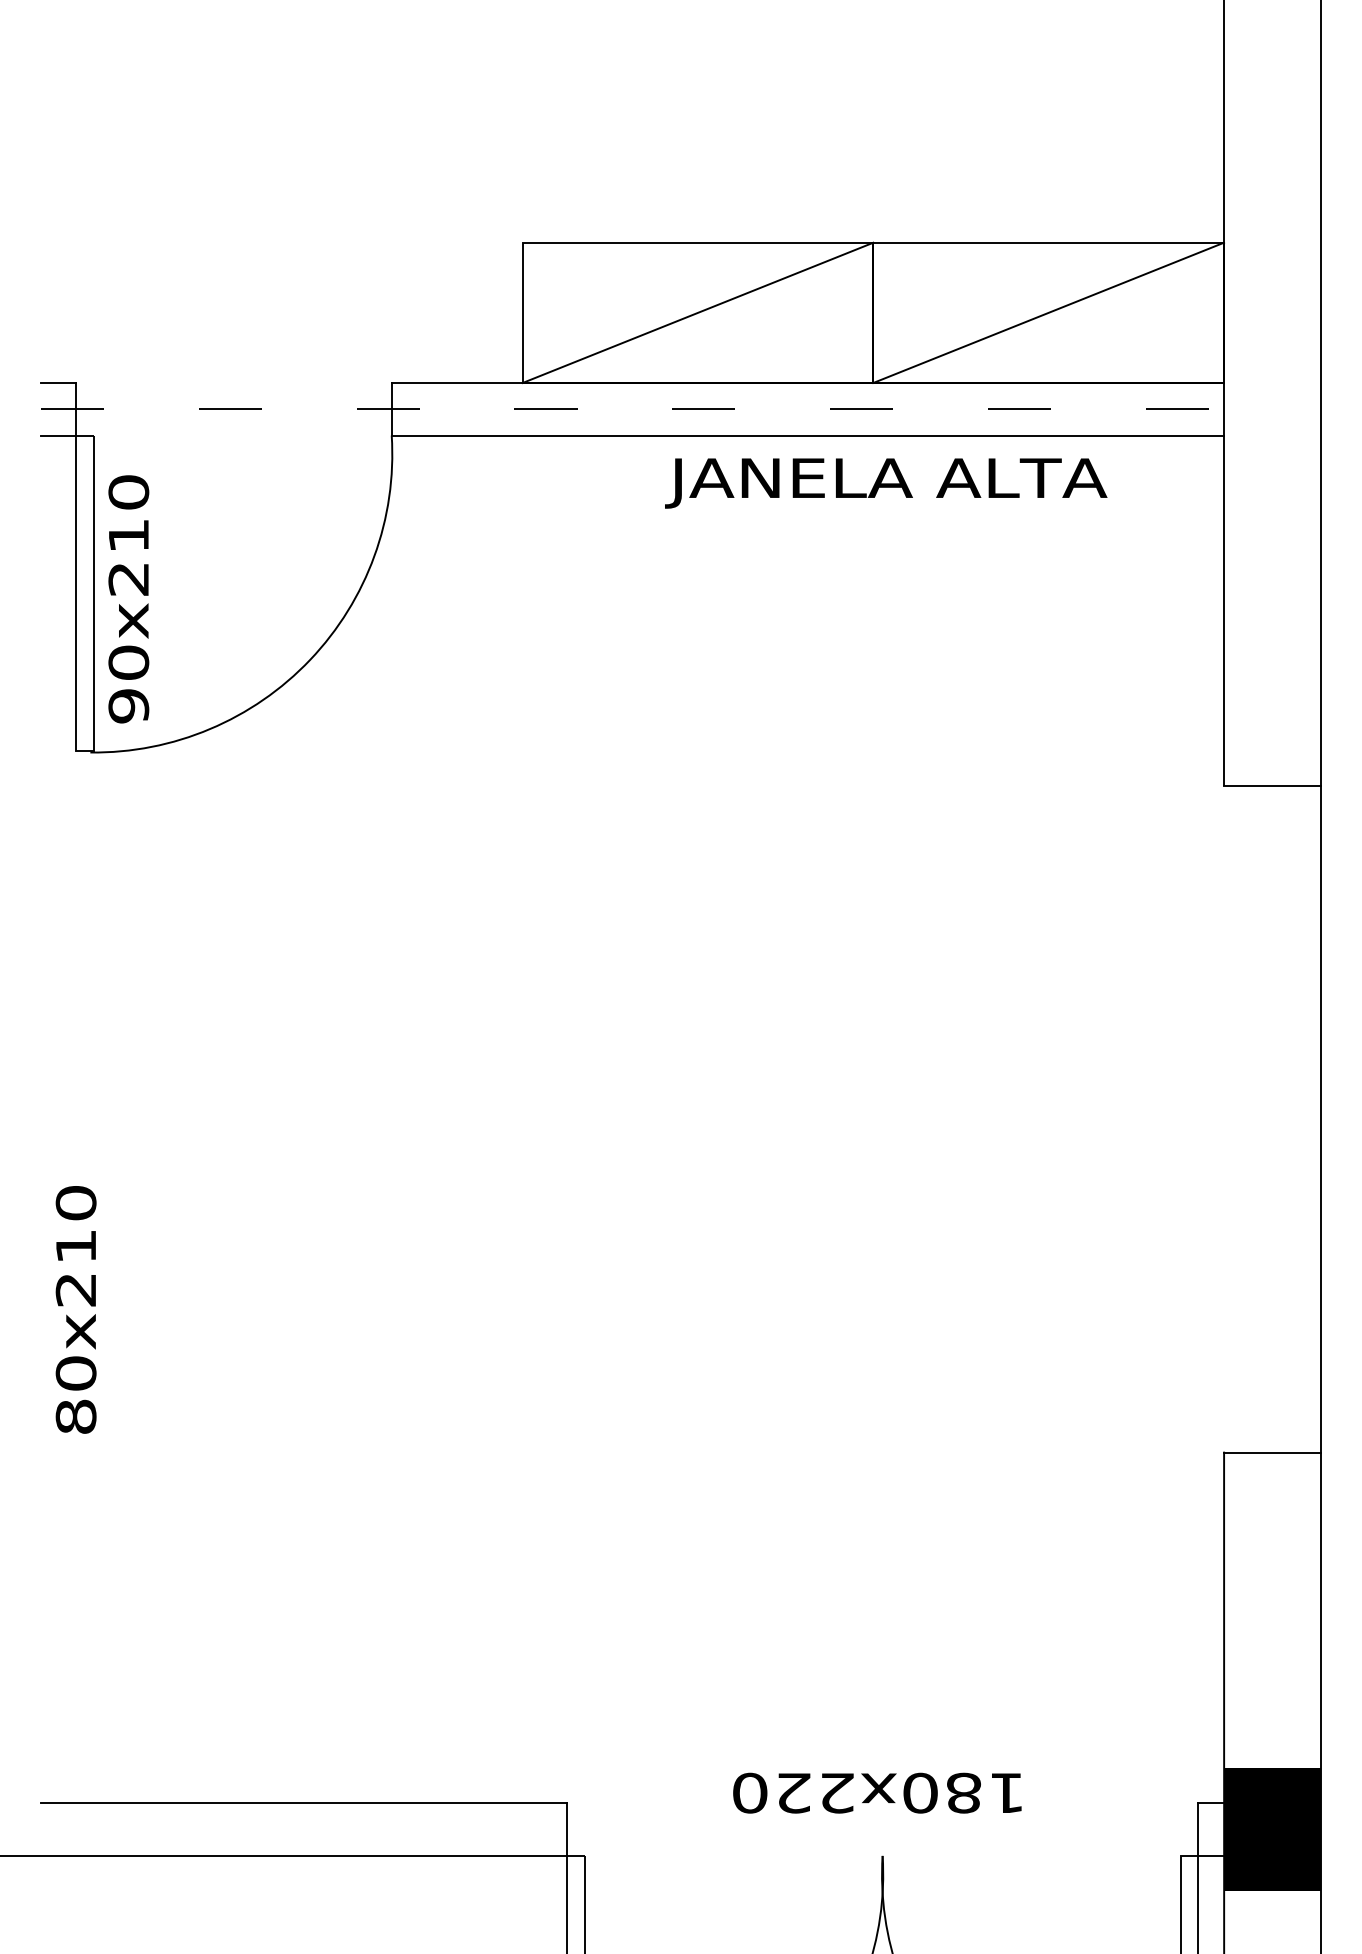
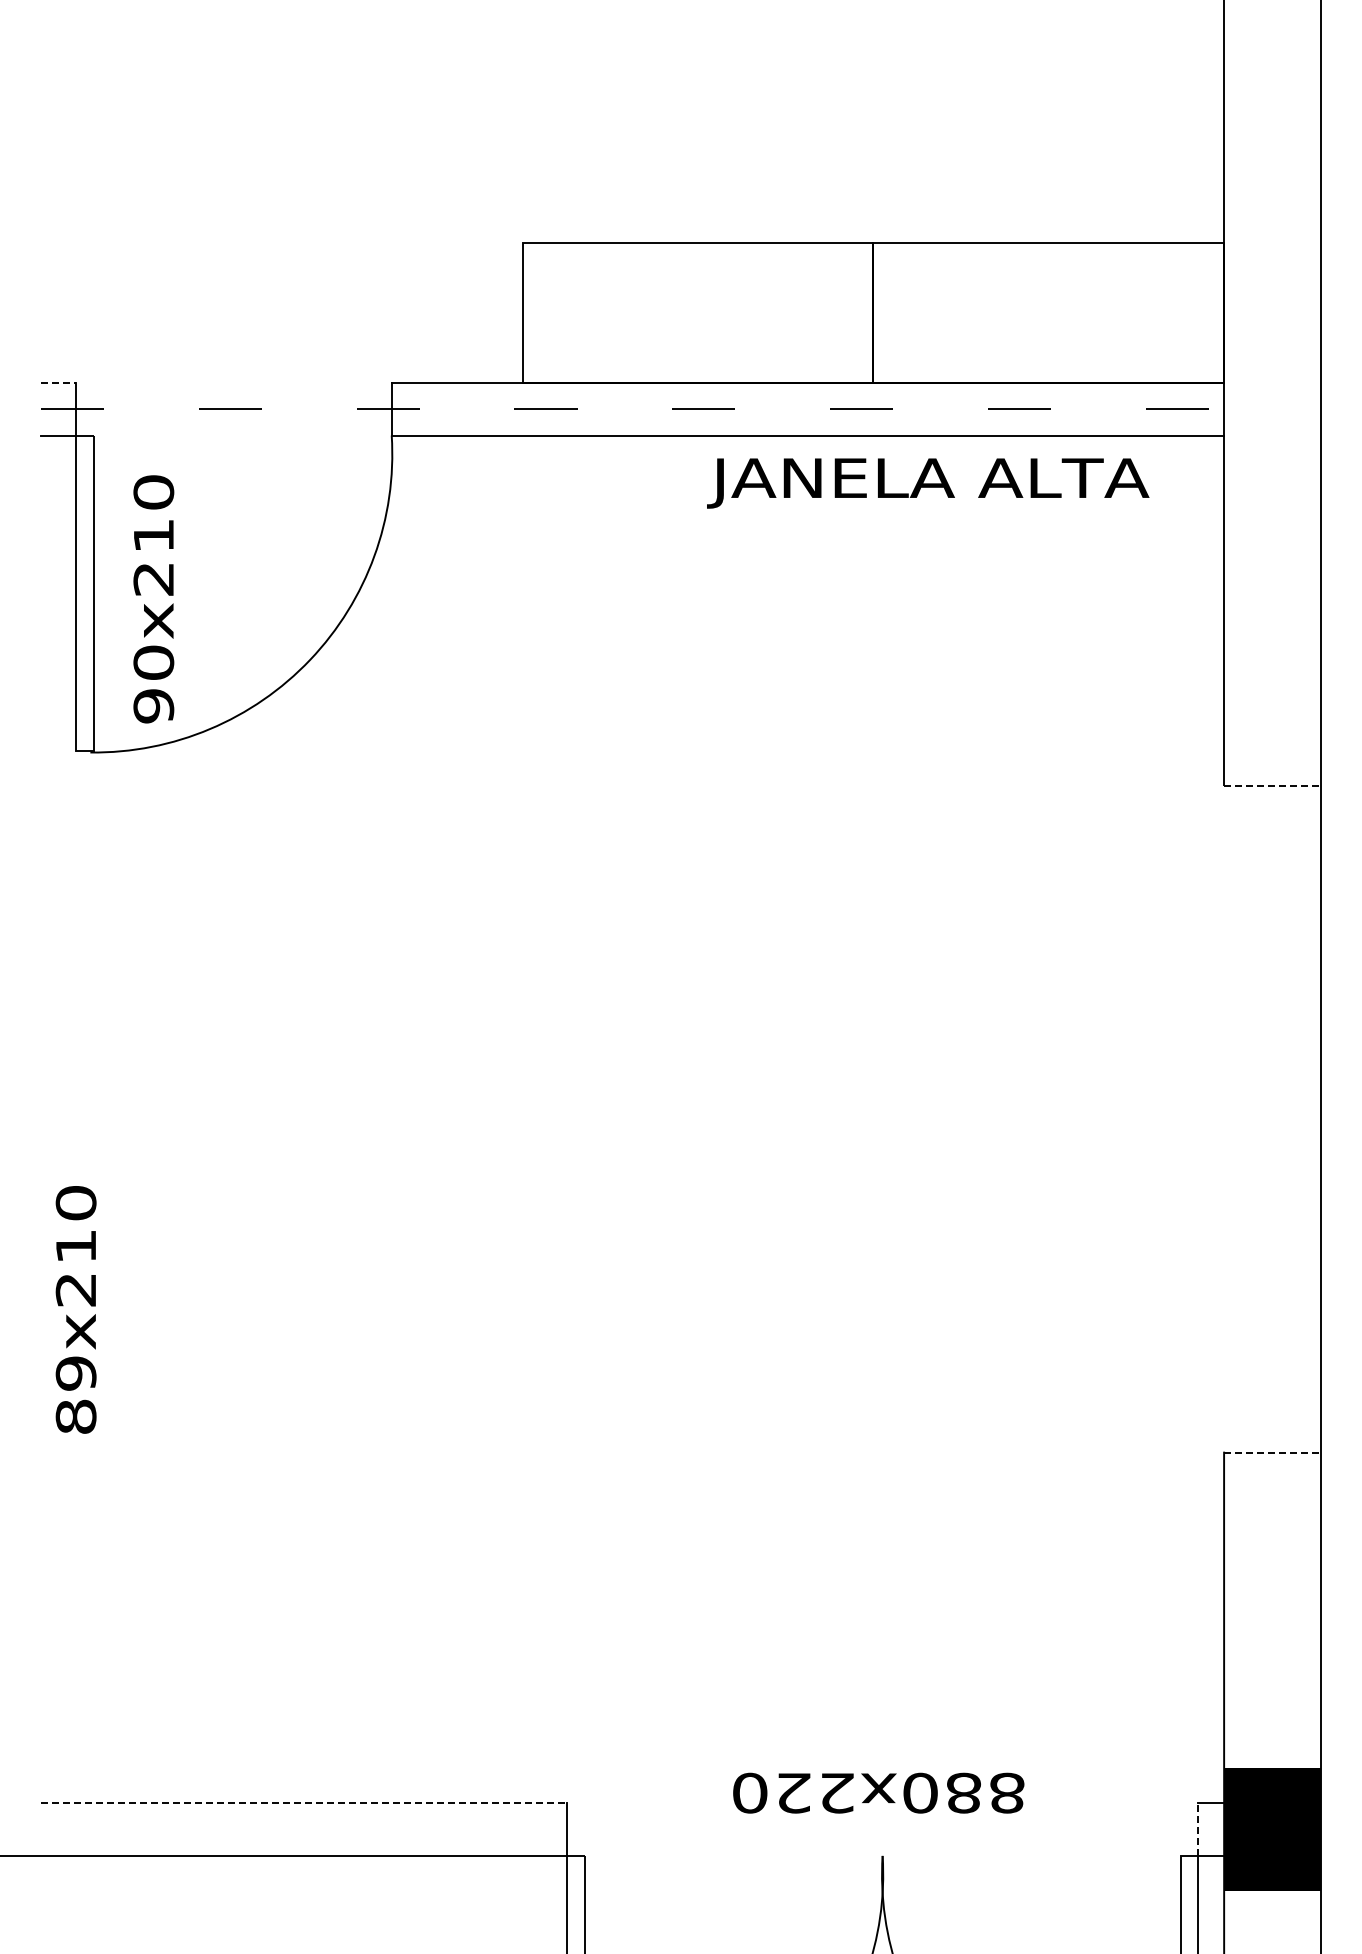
line at (697, 312): present -> none
line at (1048, 312): present -> none
line at (58, 383): solid -> dashed
text at (886, 483) position: (886, 483) -> (928, 483)
text at (128, 599) position: (128, 599) -> (153, 599)
line at (1273, 786): solid -> dashed
text at (75, 1373): 80x210 -> 89x210
line at (1273, 1452): solid -> dashed
text at (1007, 1792): 180x220 -> 880x220
line at (304, 1803): solid -> dashed
line at (1198, 1829): solid -> dashed
